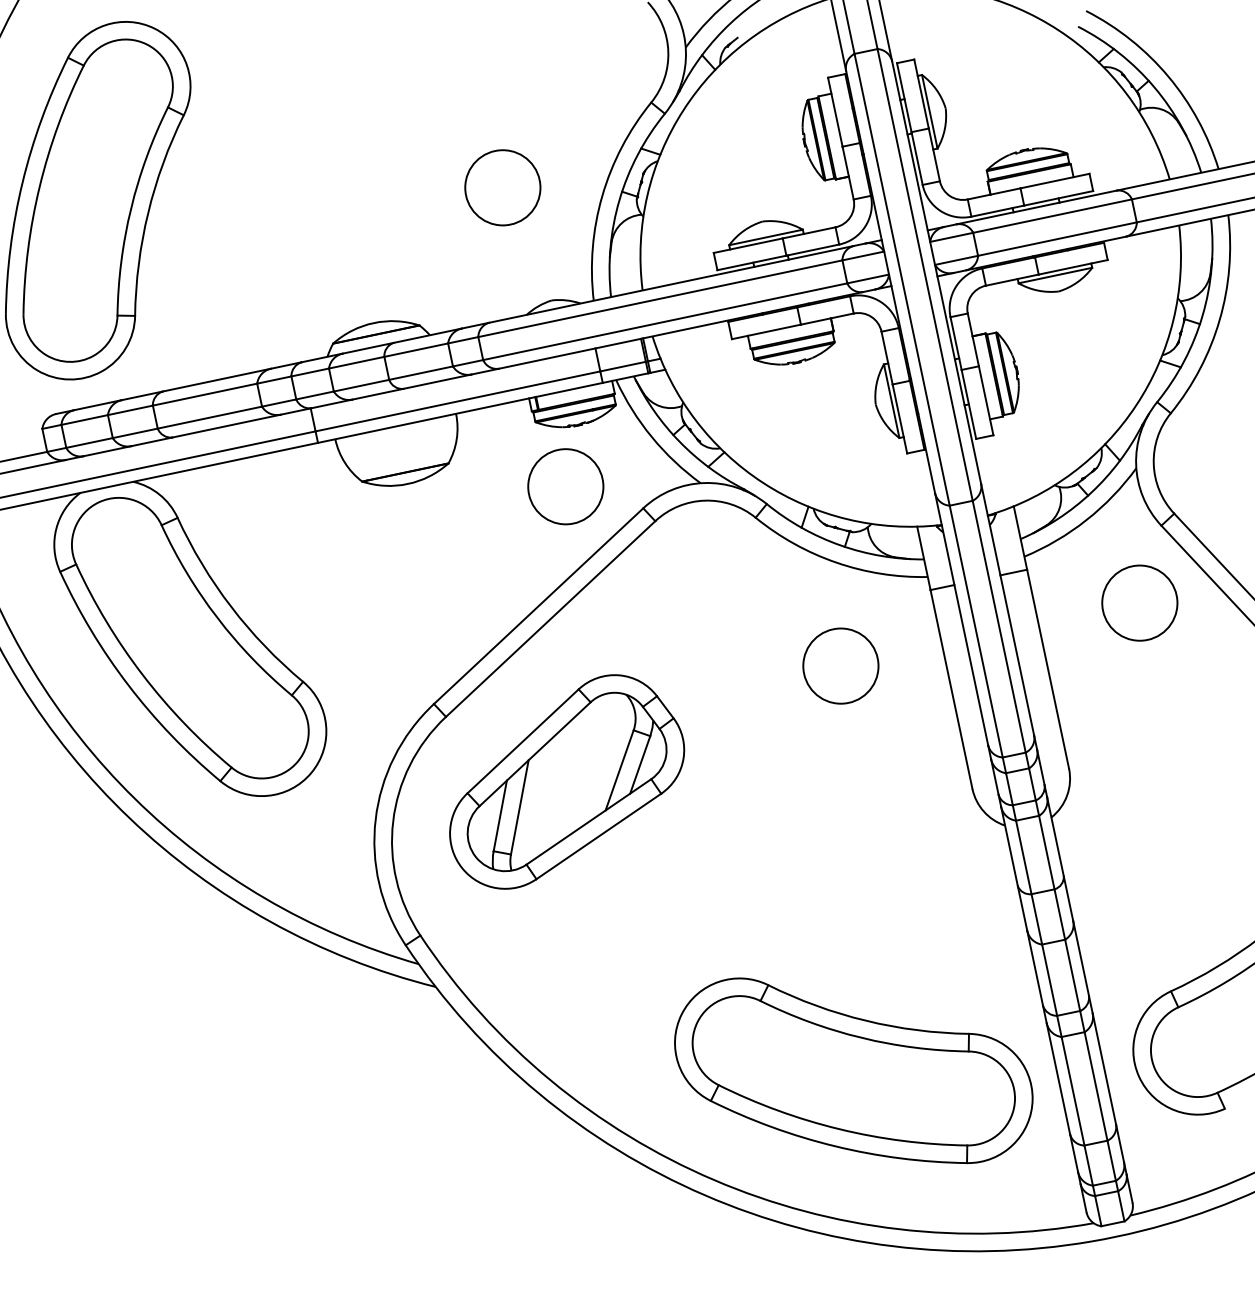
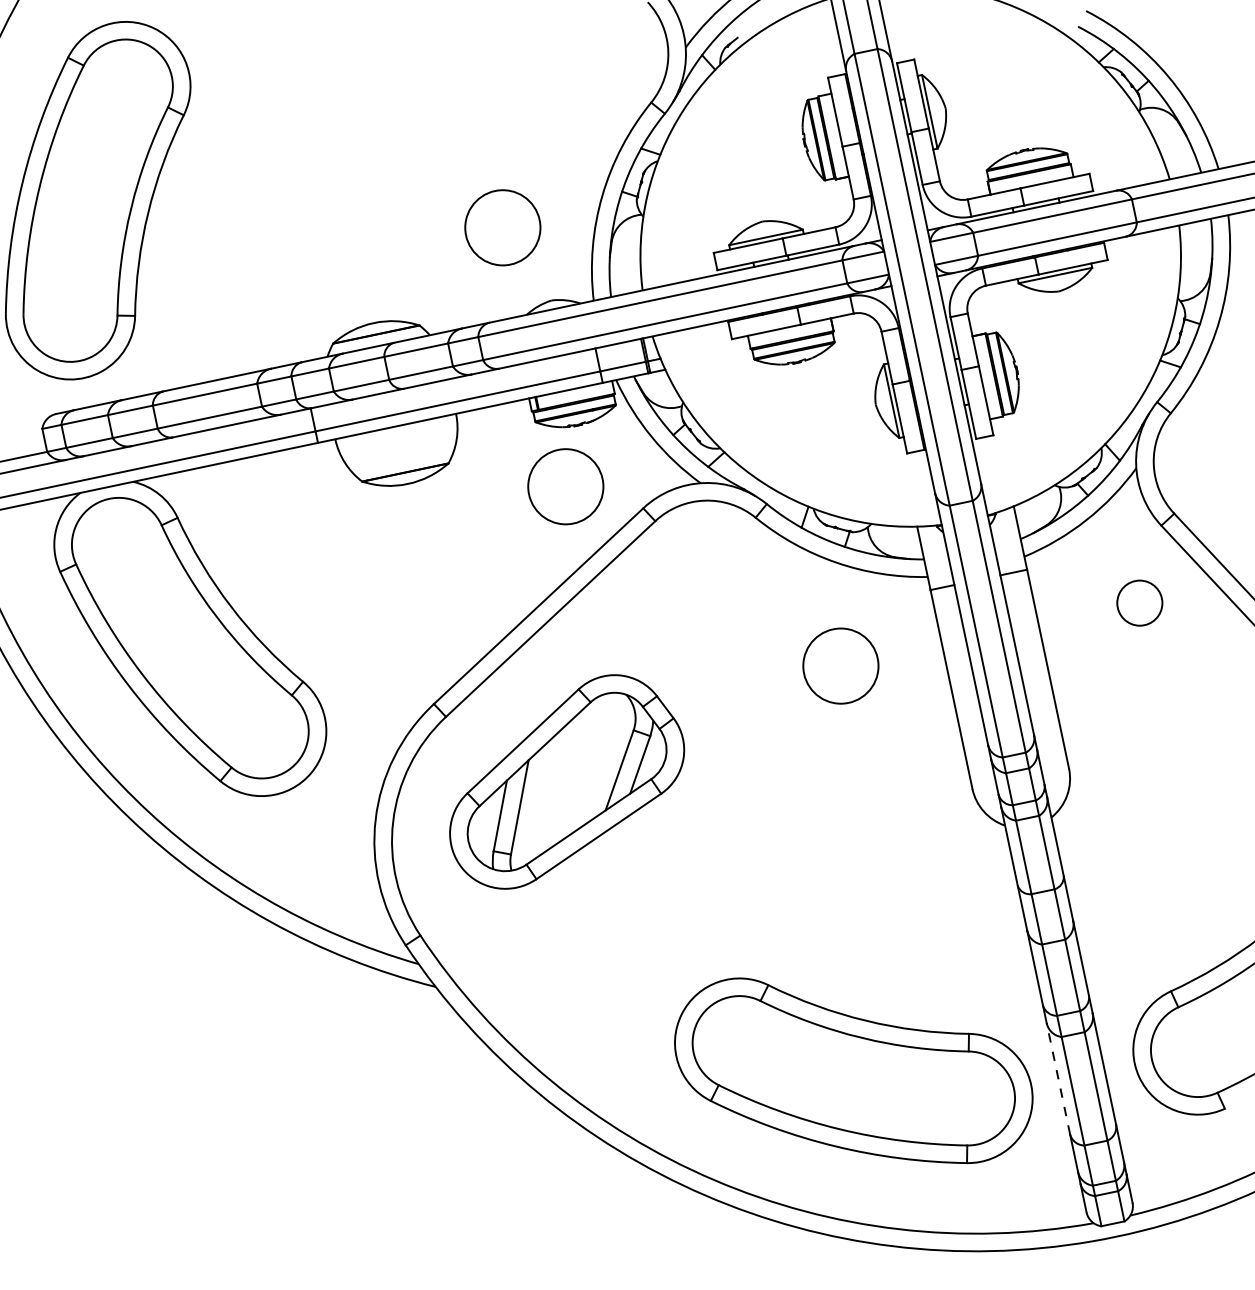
circle at (502, 187) position: (502, 187) -> (502, 227)
circle at (1139, 602) diameter: 75 px -> 45 px
line at (1058, 1078): solid -> dashed
